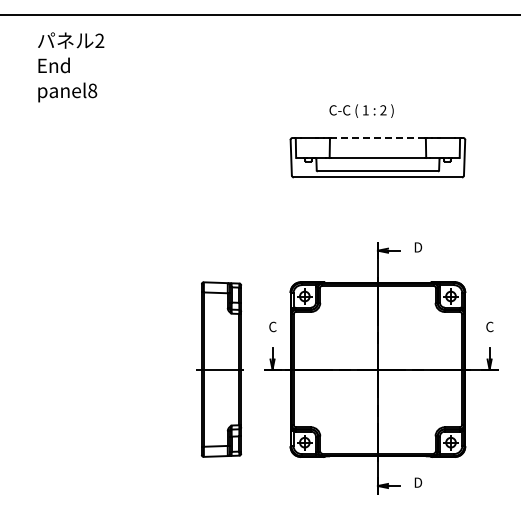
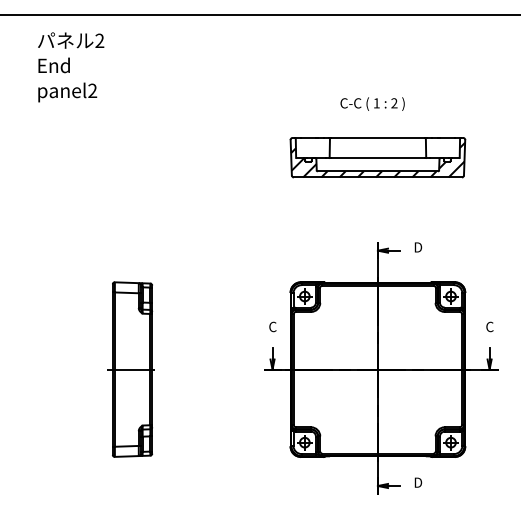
text at (92, 90): panel8 -> panel2
text at (361, 110) position: (361, 110) -> (372, 103)
line at (377, 137): dashed -> solid
hatch at (378, 159): none -> present
part at (219, 369) position: (219, 369) -> (130, 369)
